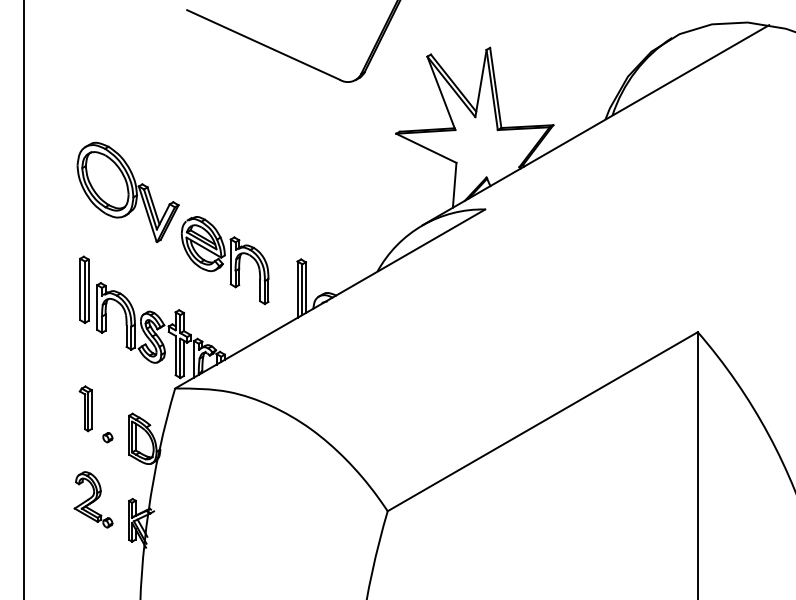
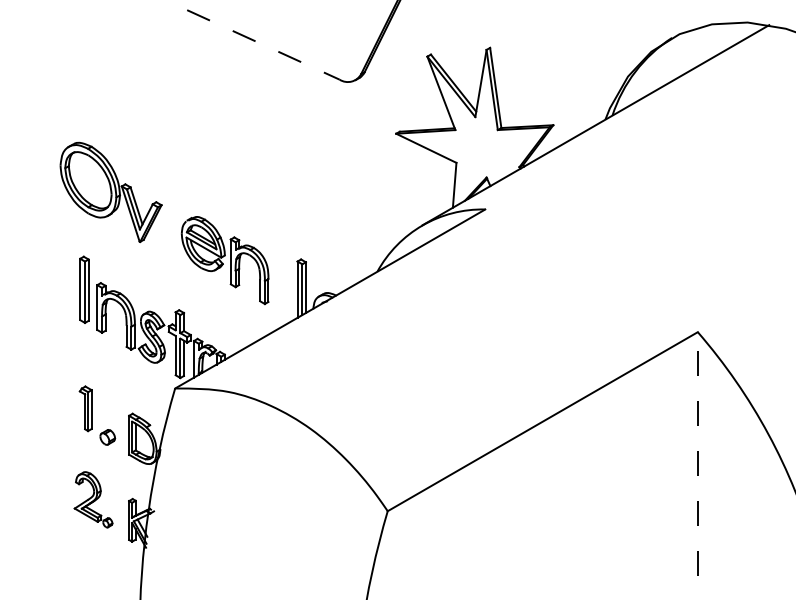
line at (263, 44): solid -> dashed
part at (127, 192) position: (127, 192) -> (110, 192)
line at (23, 299): present -> none
part at (107, 437) size: 12x12 px -> 18x17 px
line at (697, 465): solid -> dashed
